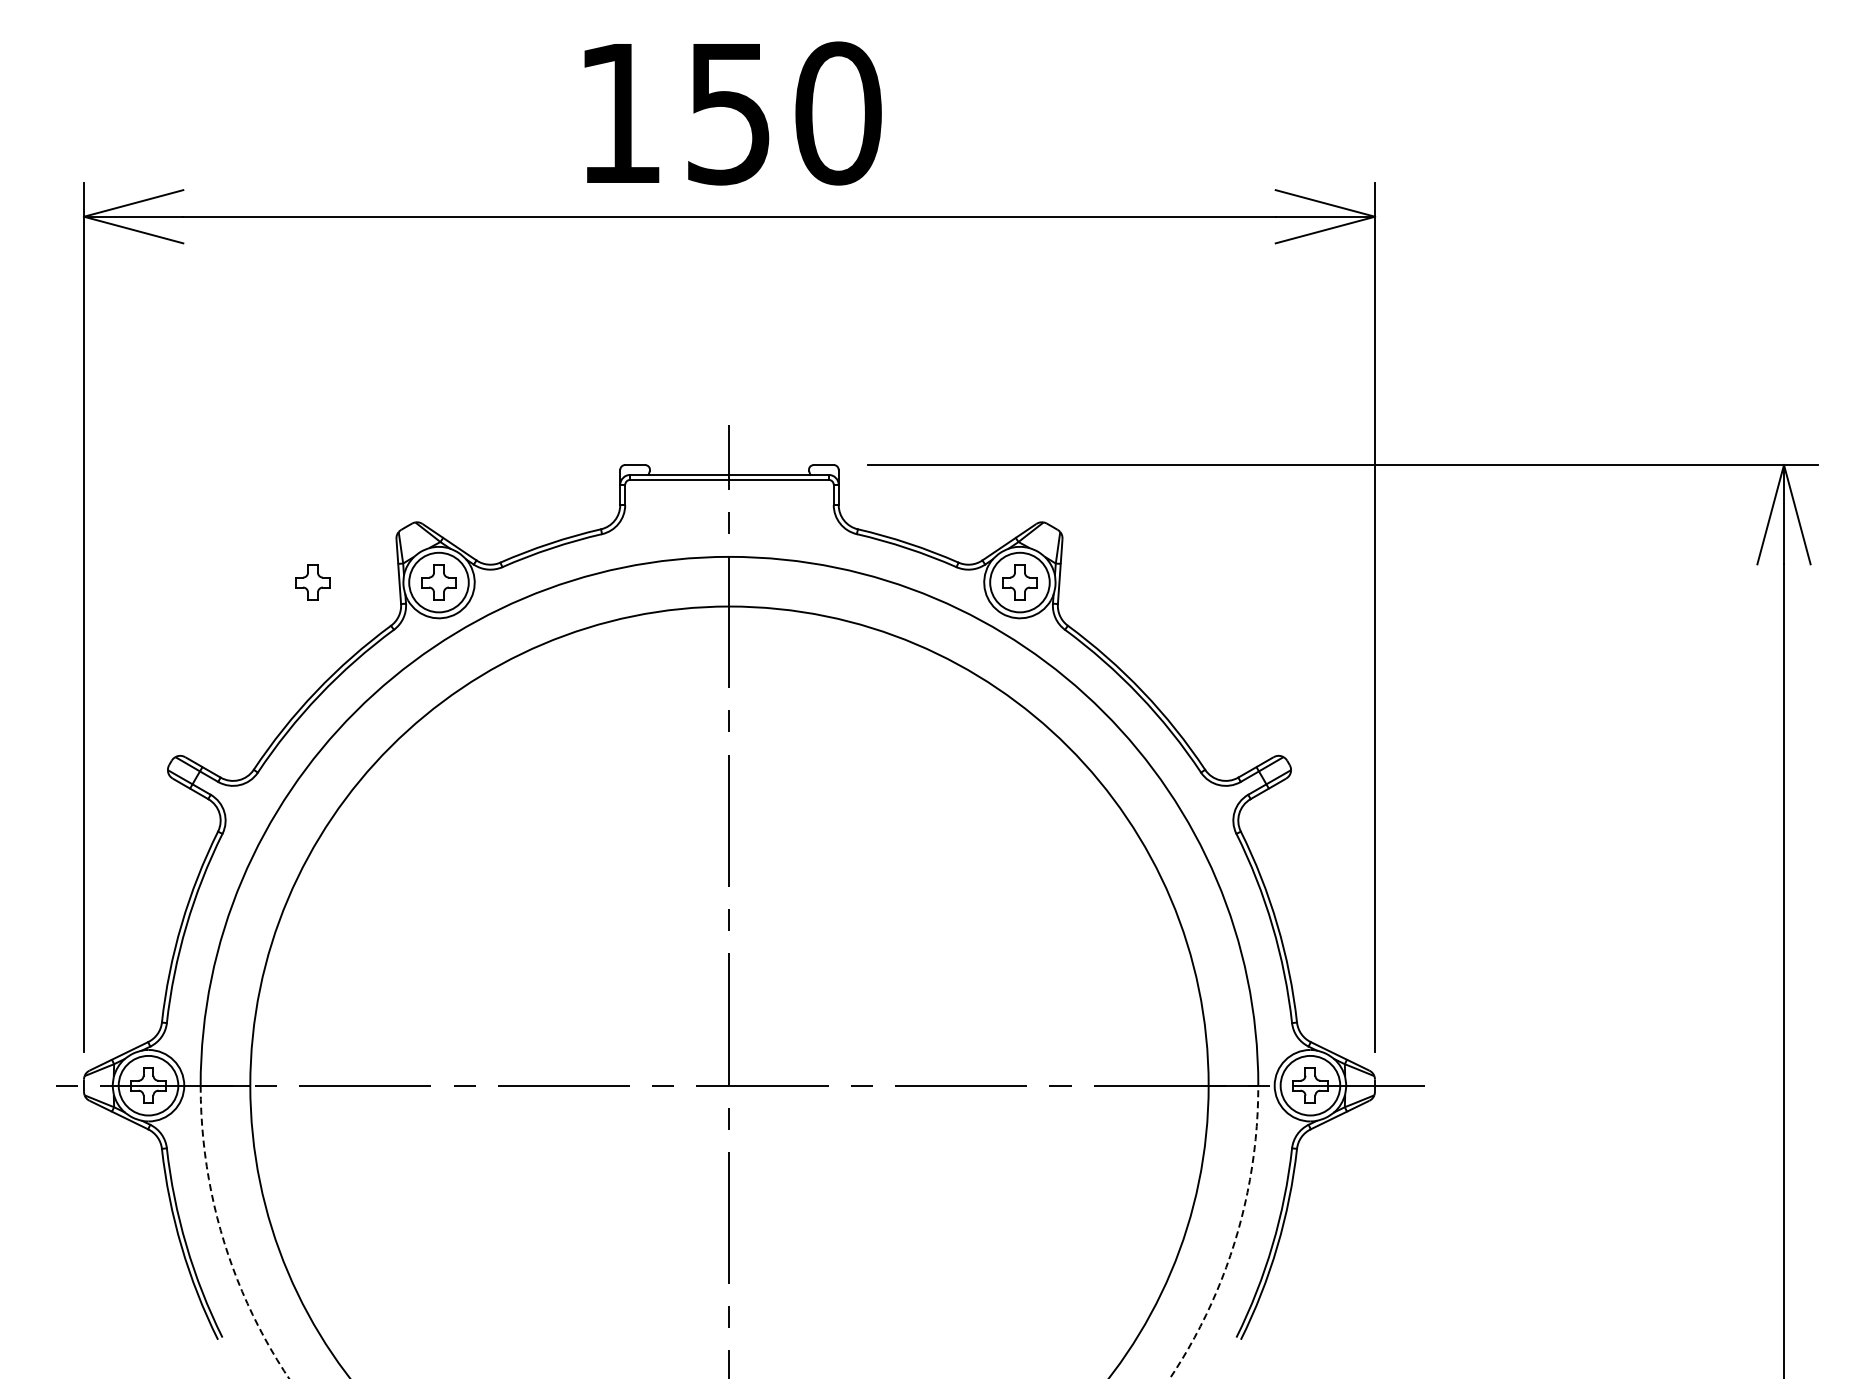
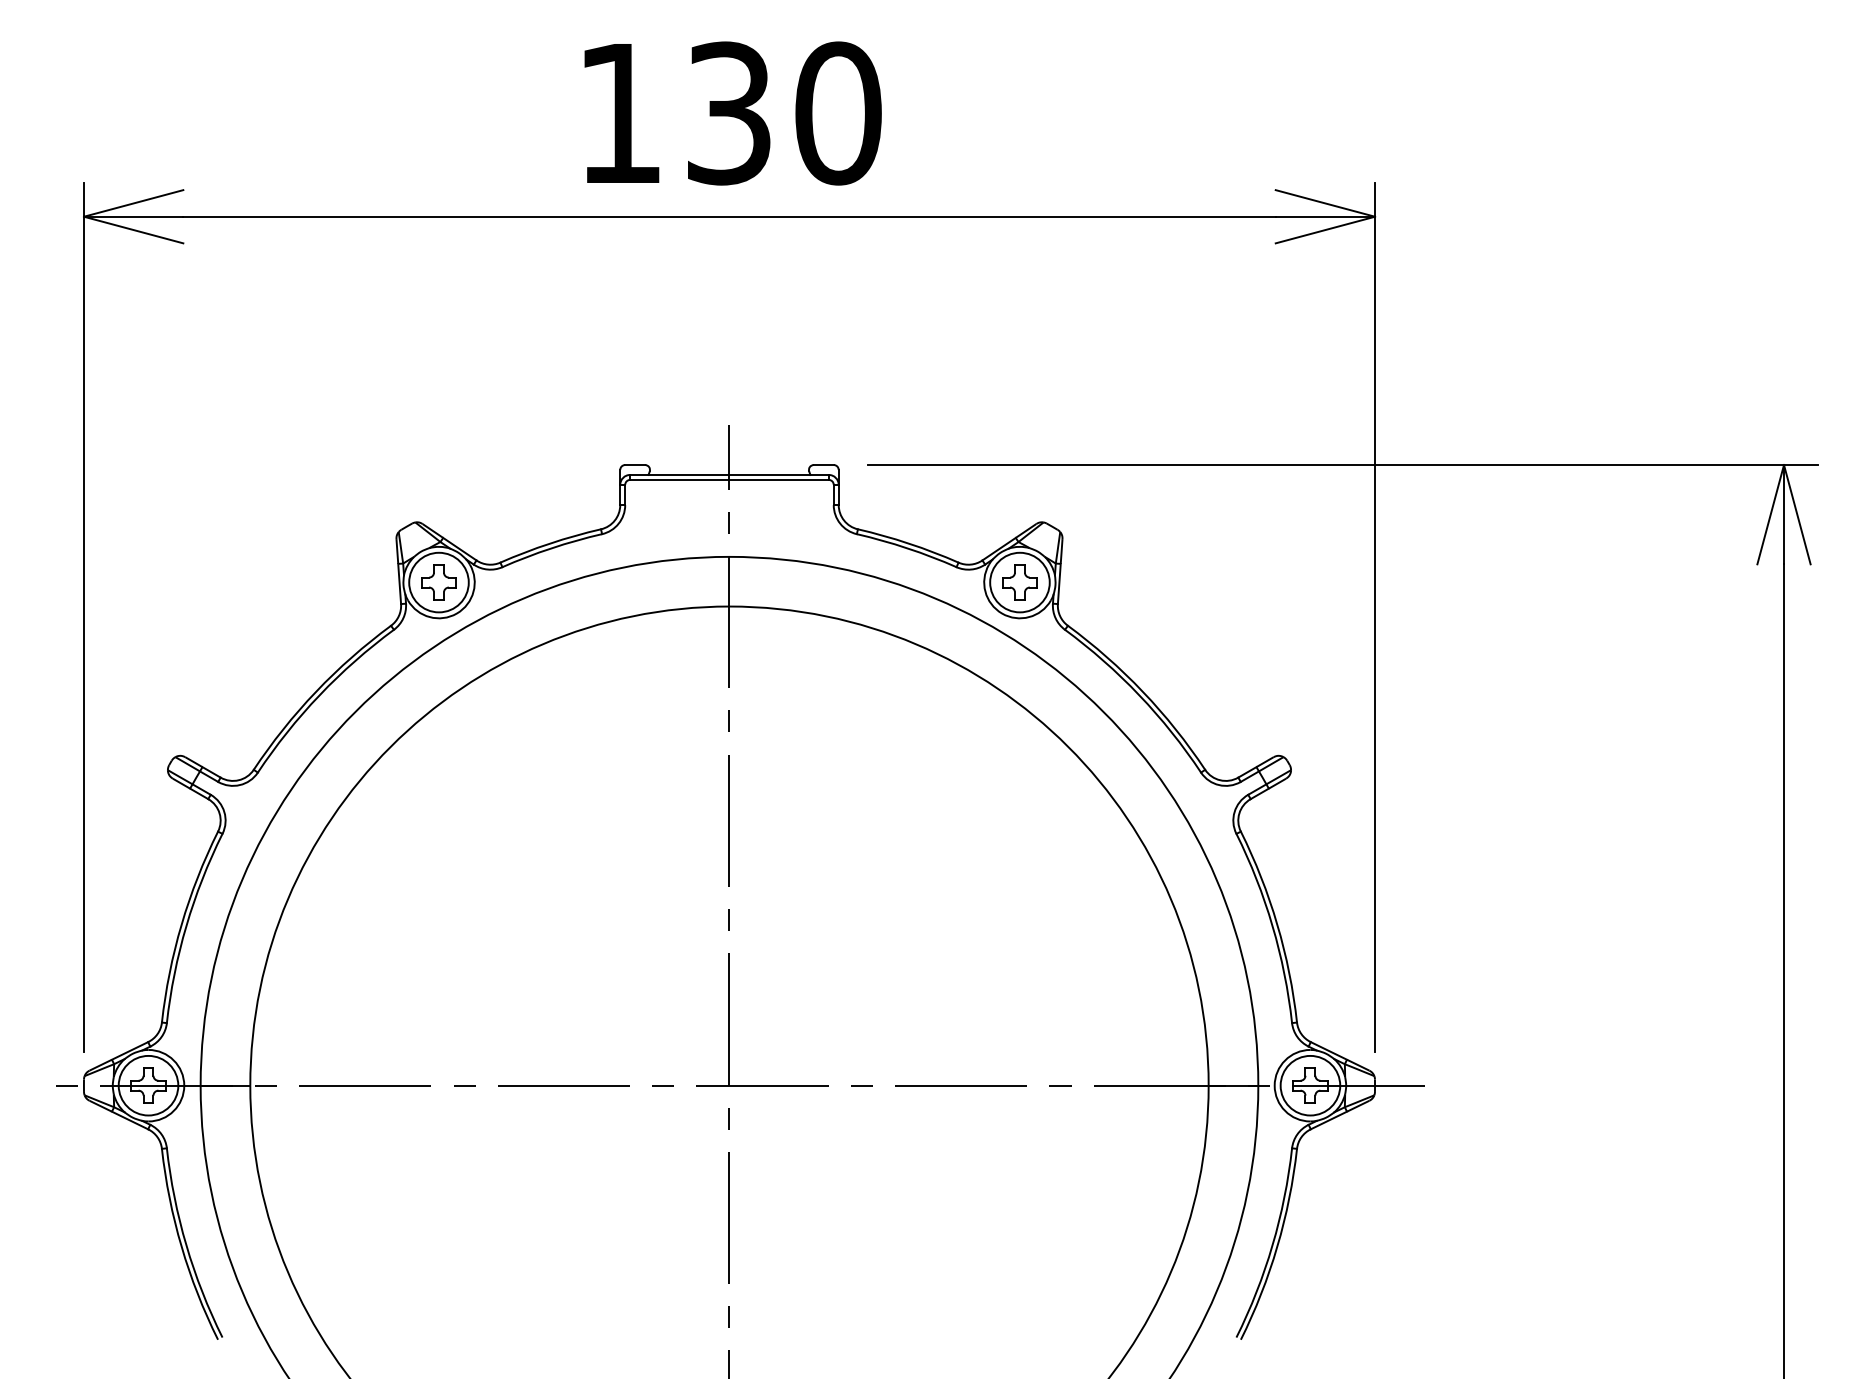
text at (729, 113): 150 -> 130
part at (312, 582): present -> none
arc at (1169, 1378): dashed -> solid
